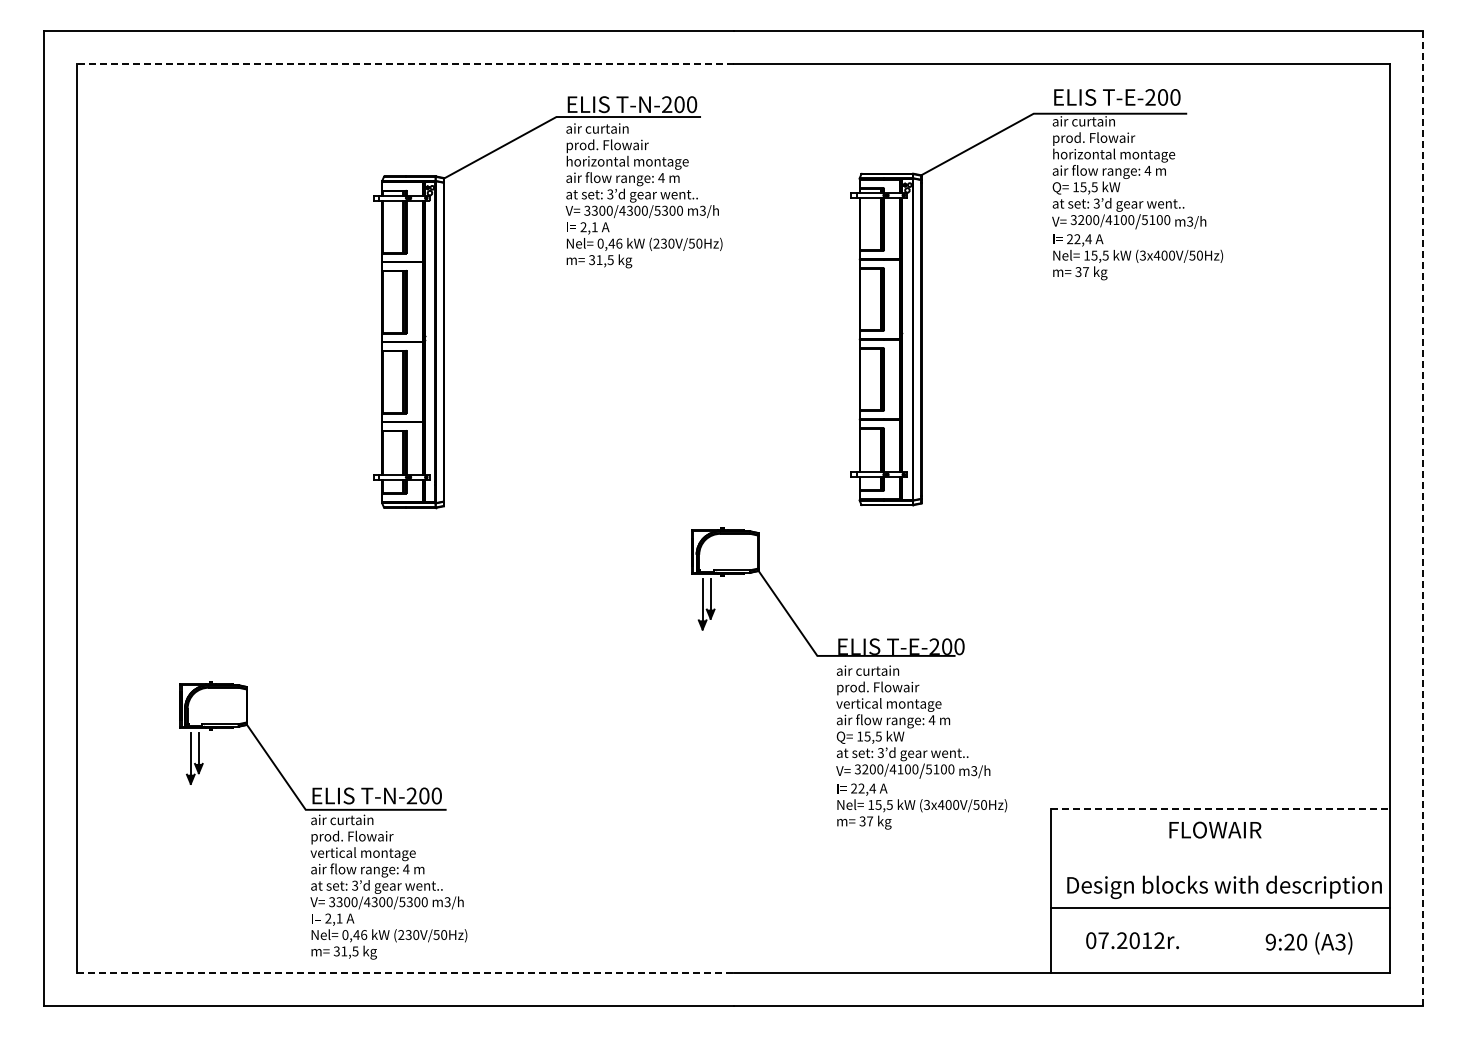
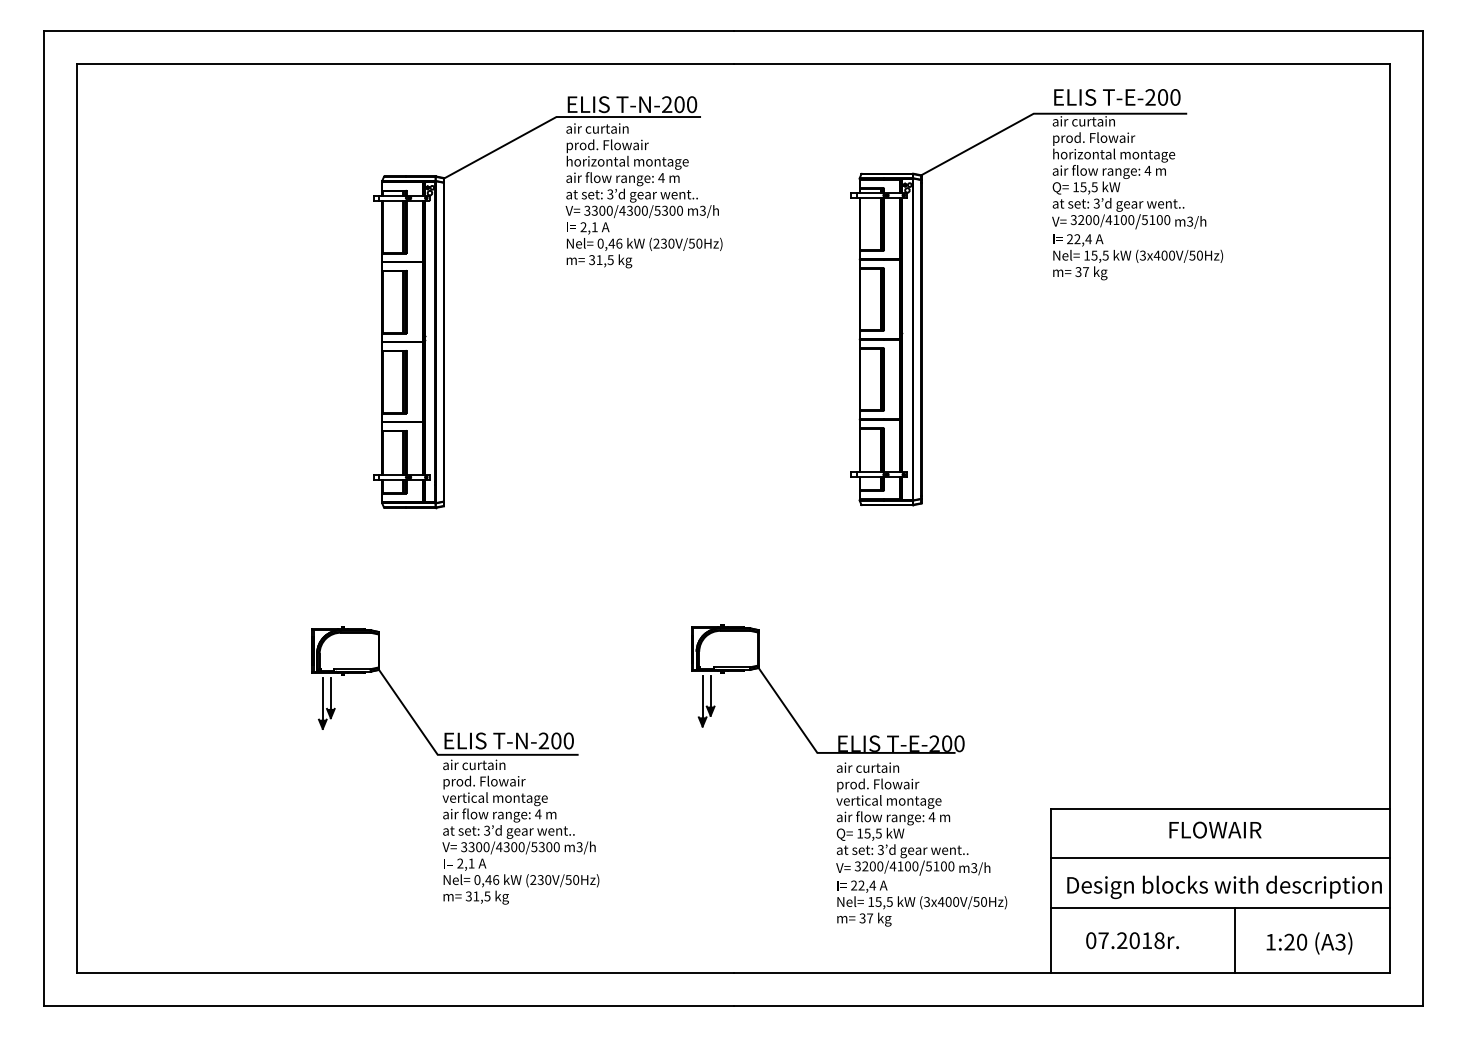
line at (404, 63): dashed -> solid
line at (1422, 518): dashed -> solid
part at (849, 678) position: (849, 678) -> (849, 775)
line at (1220, 809): dashed -> solid
part at (323, 820) position: (323, 820) -> (455, 765)
line at (1220, 858): none -> present
text at (1159, 940): 07.2012r. -> 07.2018r.
line at (1235, 940): none -> present
text at (1270, 941): 9:20 -> 1:20
line at (405, 973): dashed -> solid
